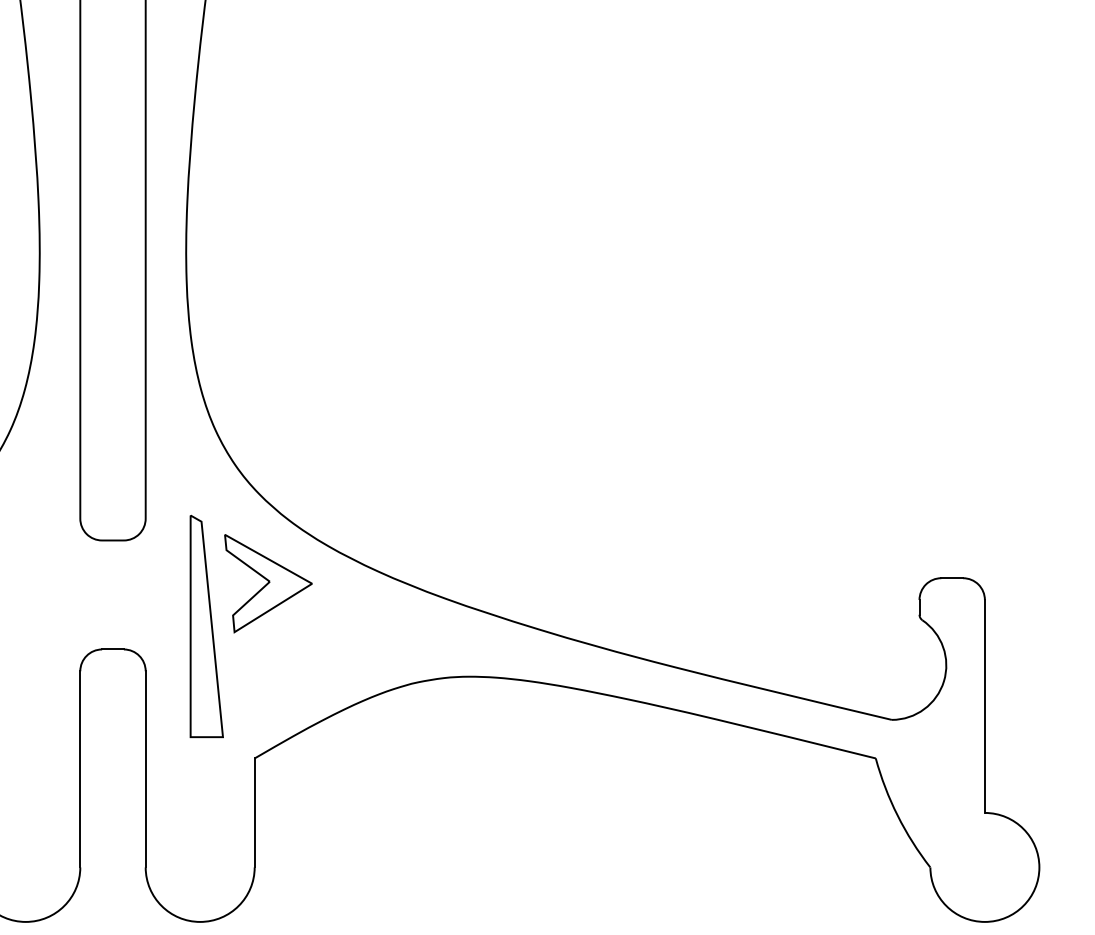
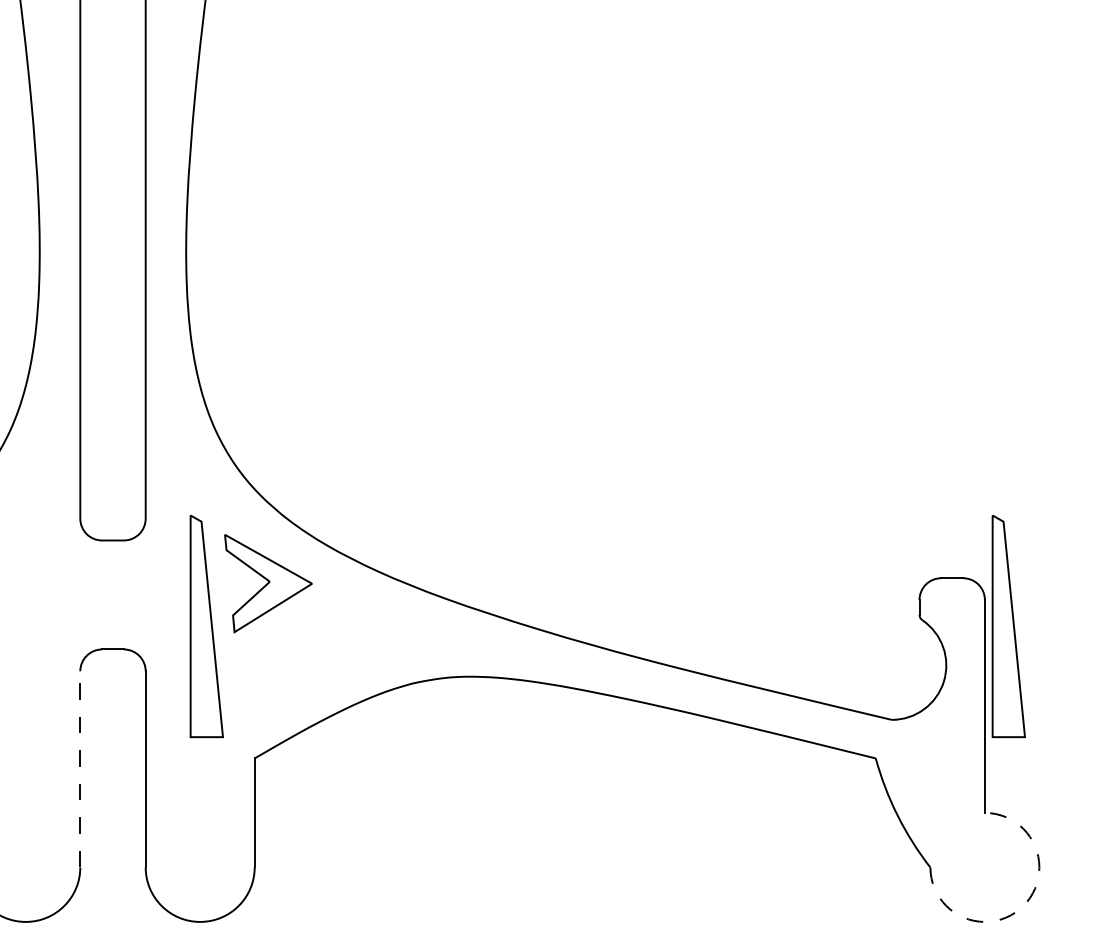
part at (1008, 626): none -> present
line at (80, 768): solid -> dashed
arc at (1023, 905): solid -> dashed
